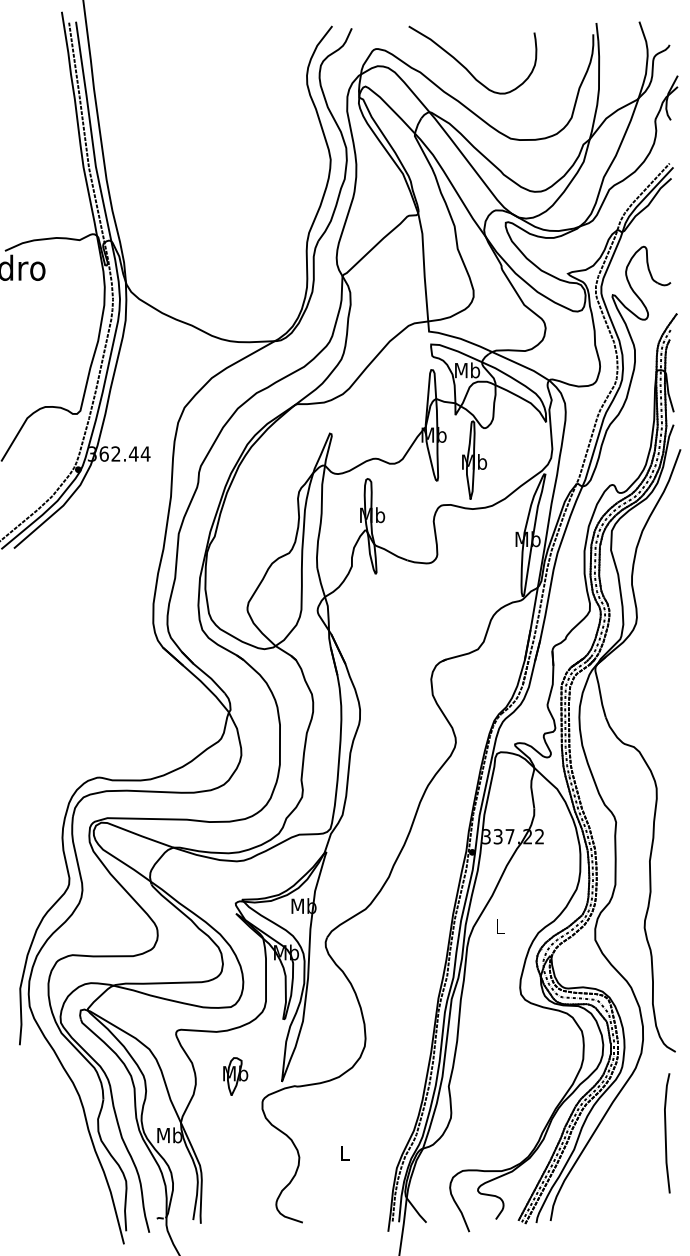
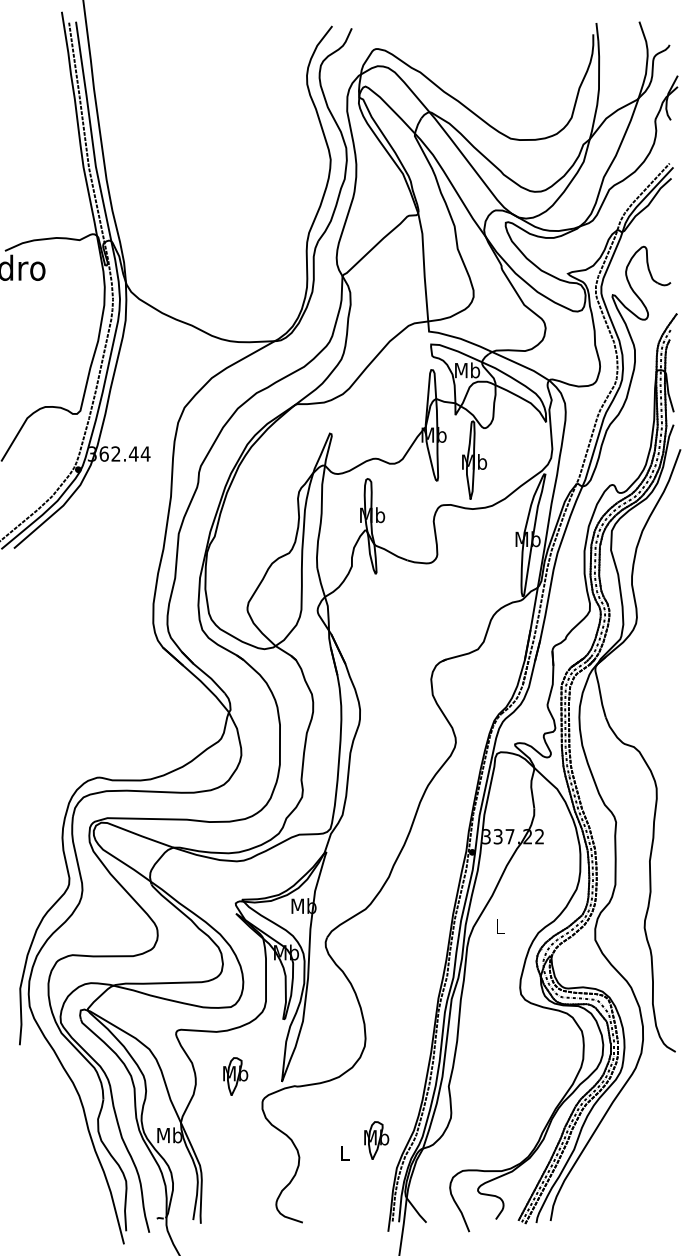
curve at (465, 66): present -> none
line at (666, 1133): present -> none
part at (376, 1140): none -> present
